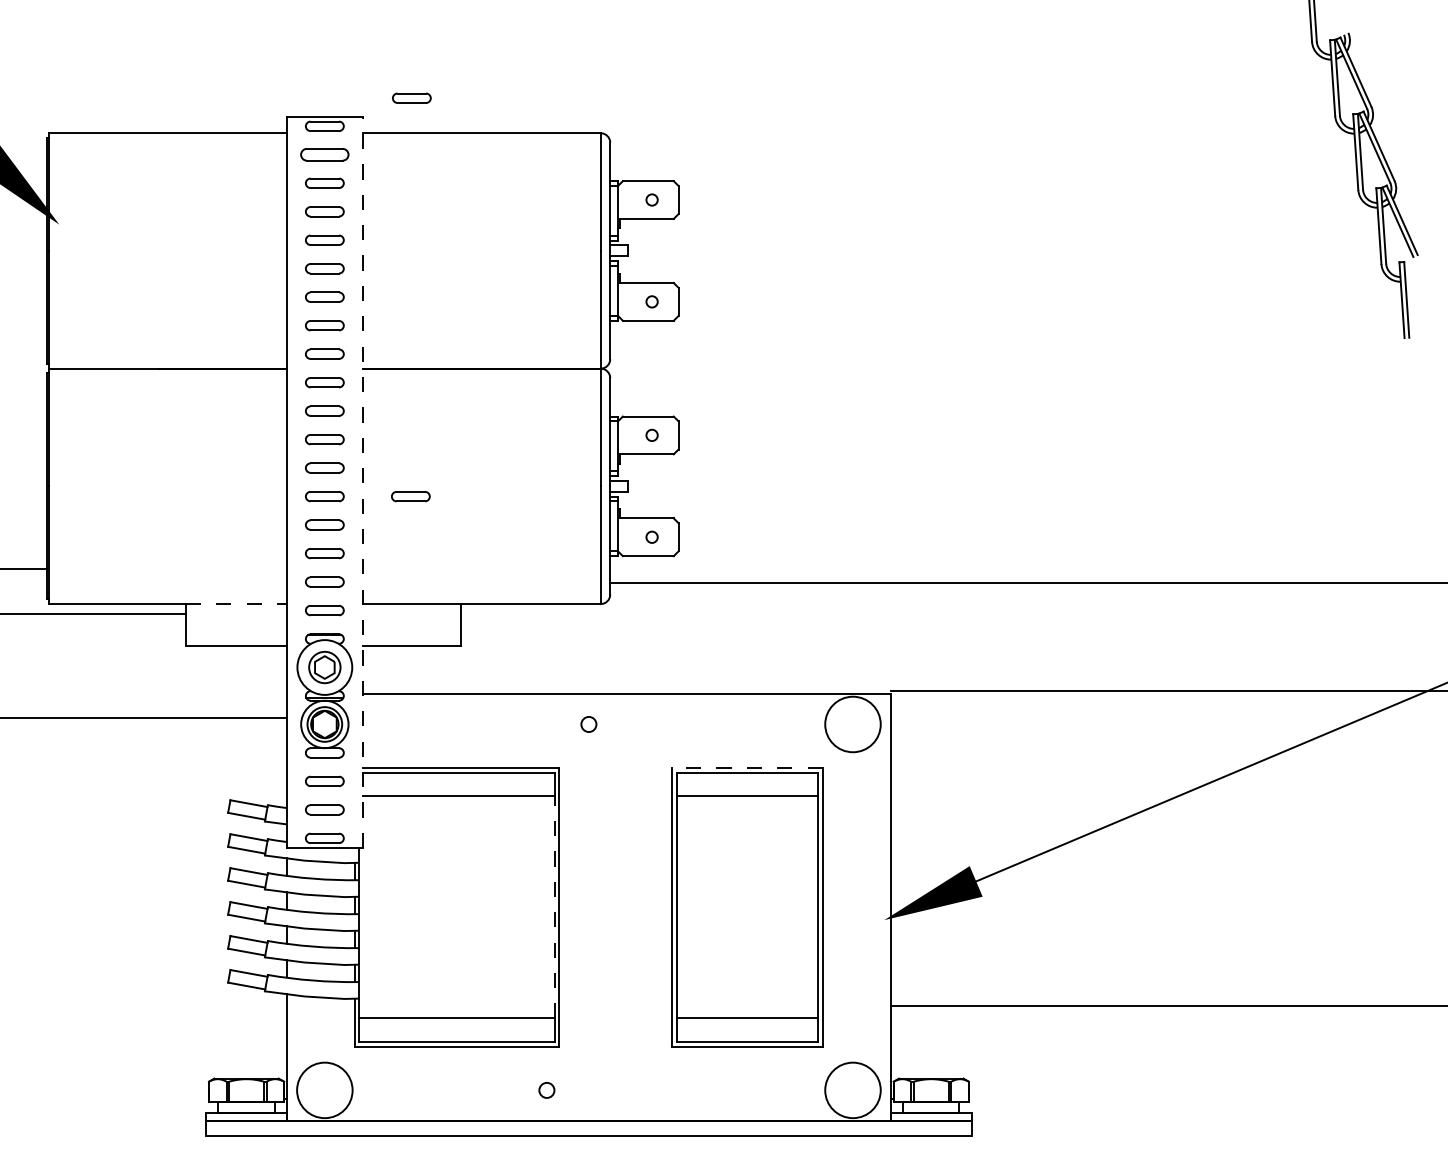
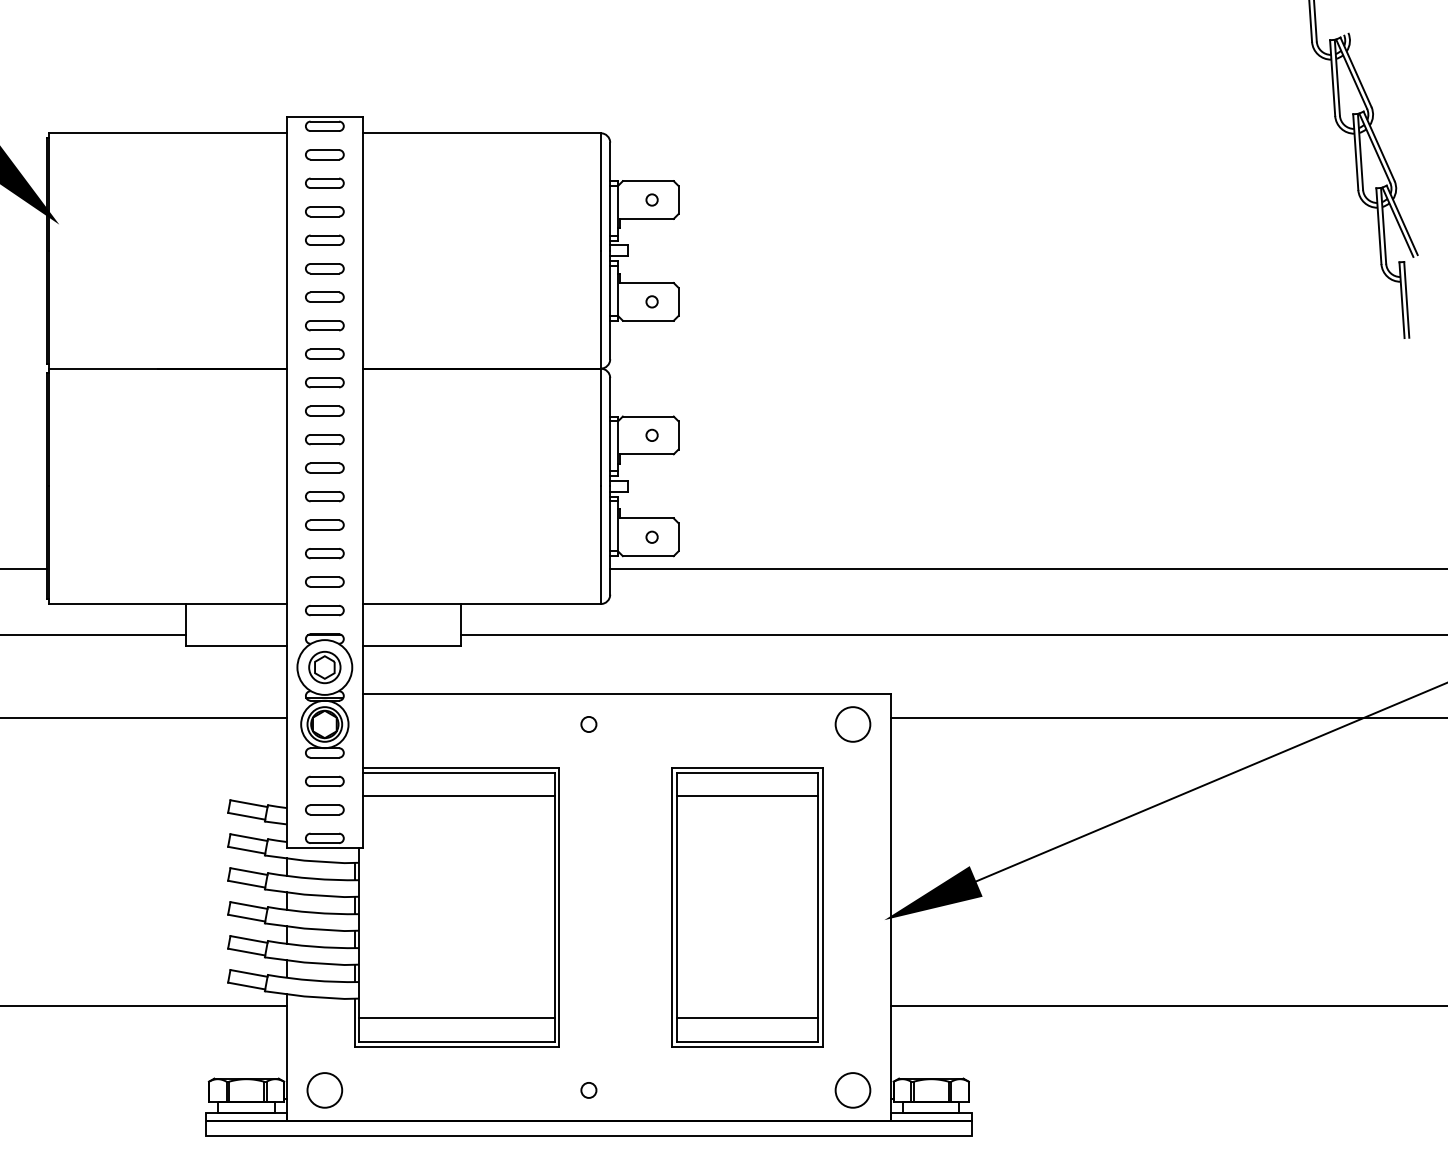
part at (411, 97): present -> none
part at (324, 154) size: 50x14 px -> 40x12 px
line at (362, 482): dashed -> solid
part at (410, 496): present -> none
line at (1027, 582) position: (1027, 582) -> (1027, 568)
line at (236, 604): dashed -> solid
line at (93, 613) position: (93, 613) -> (93, 634)
line at (952, 634): none -> present
line at (1167, 691) position: (1167, 691) -> (1167, 718)
circle at (852, 724) diameter: 56 px -> 35 px
line at (746, 767): dashed -> solid
line at (554, 906): dashed -> solid
line at (144, 1005): none -> present
circle at (324, 1090) diameter: 56 px -> 35 px
circle at (546, 1090) position: (546, 1090) -> (588, 1090)
circle at (852, 1090) diameter: 56 px -> 35 px
